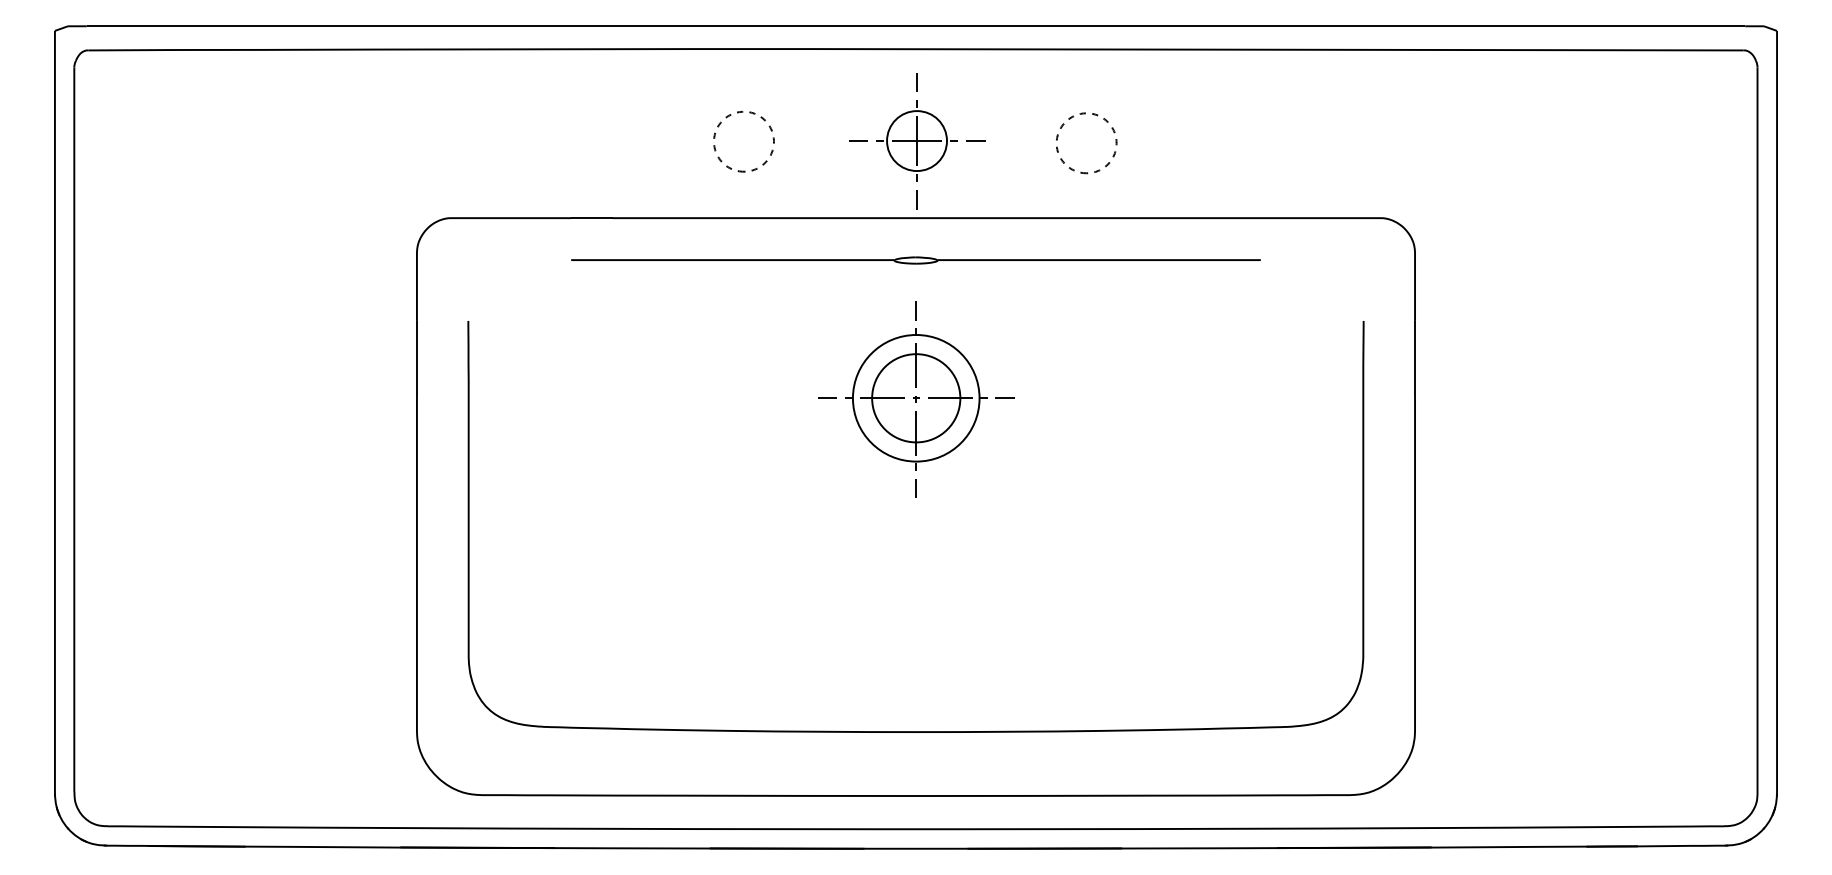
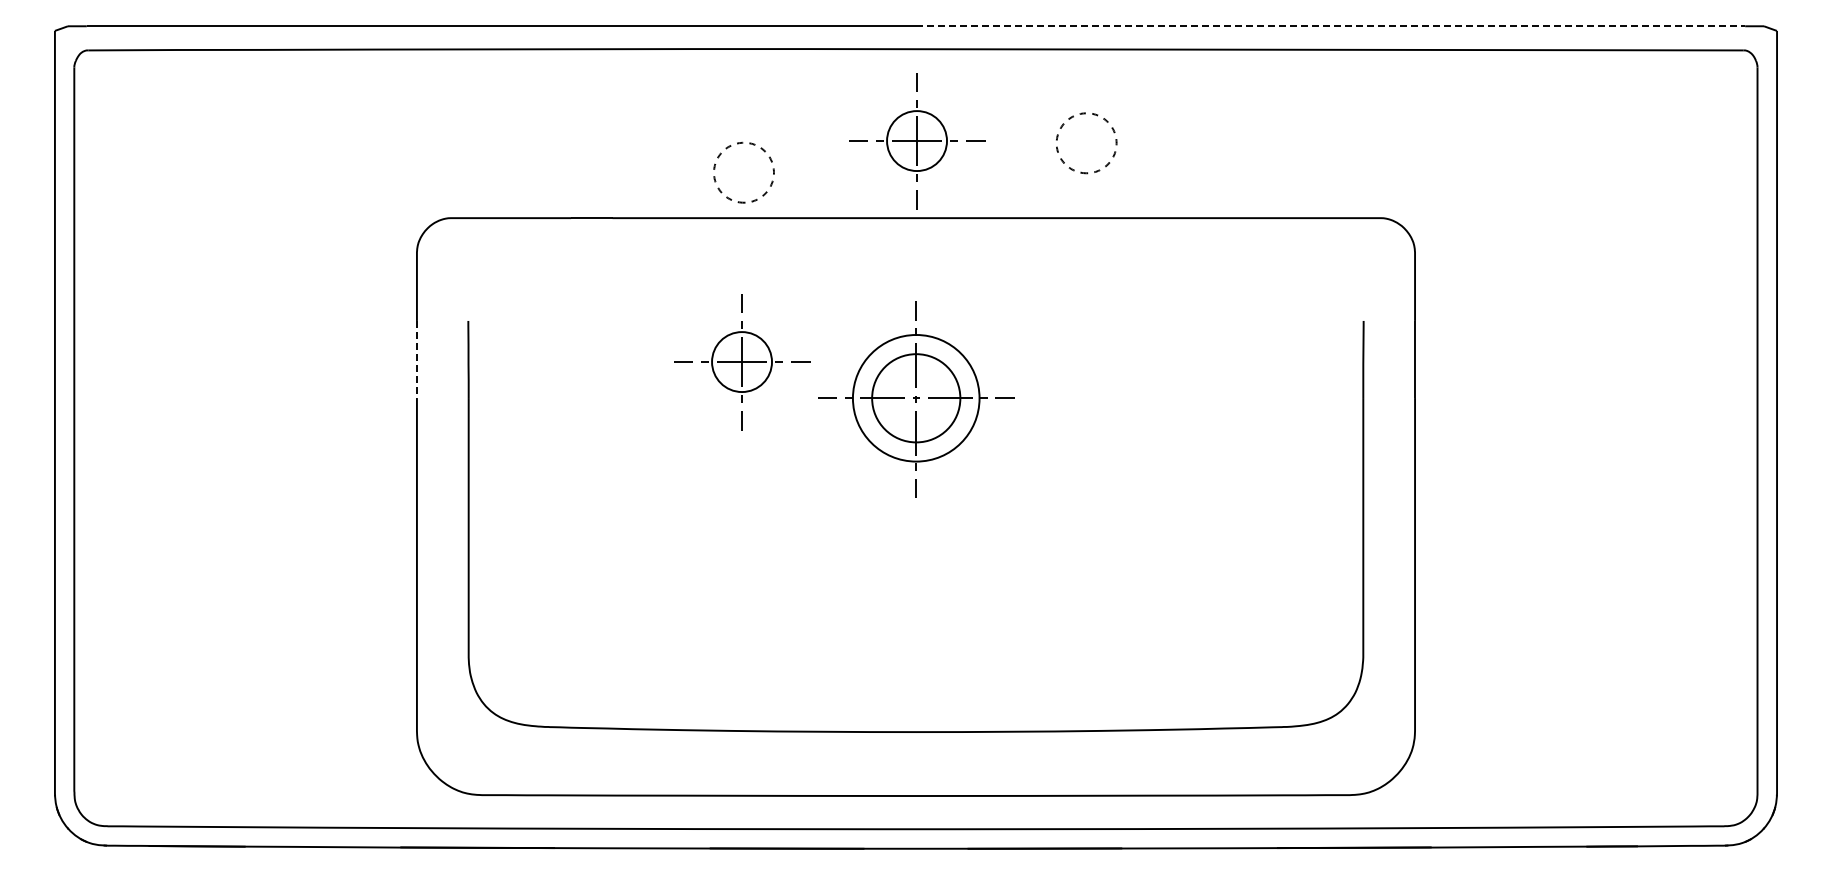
line at (1330, 26): solid -> dashed
part at (716, 133) position: (716, 133) -> (716, 164)
part at (915, 260): present -> none
line at (416, 359): solid -> dashed
part at (742, 362): none -> present
